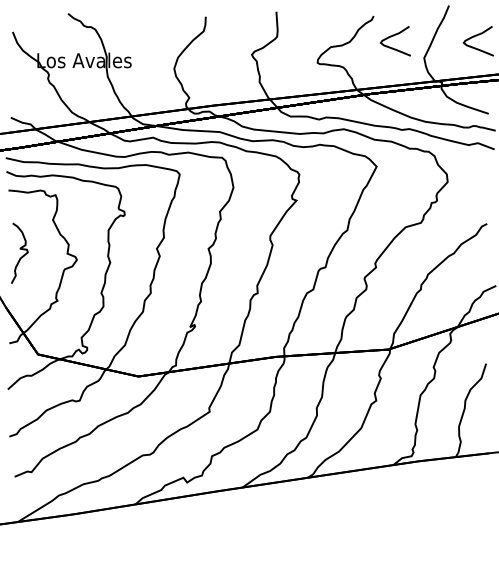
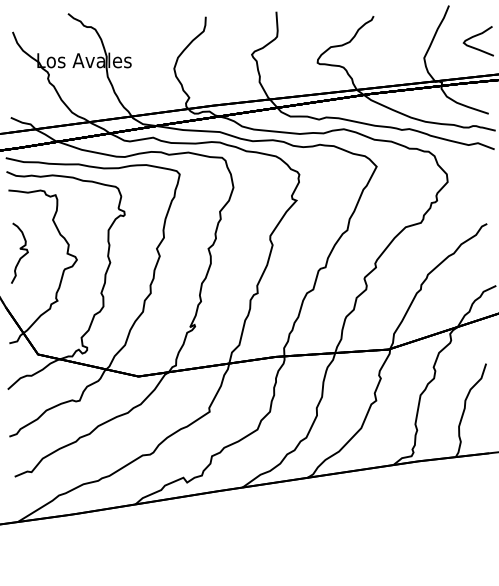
curve at (391, 37): present -> none
